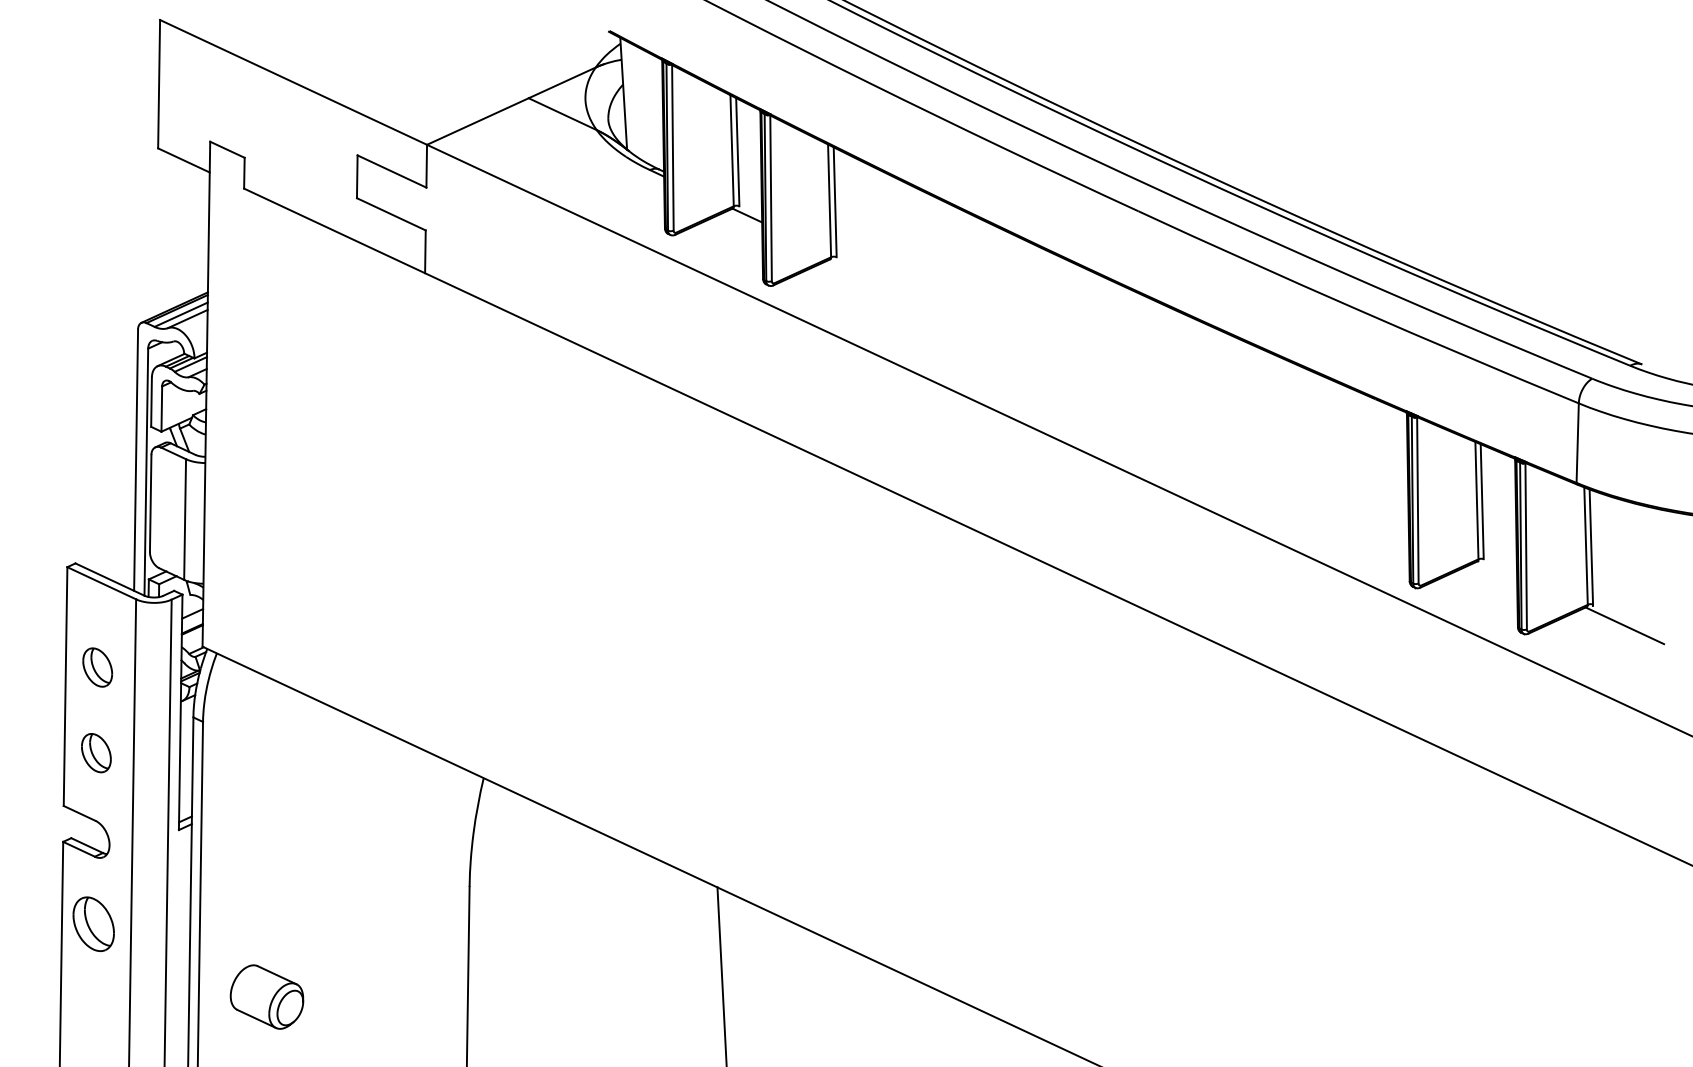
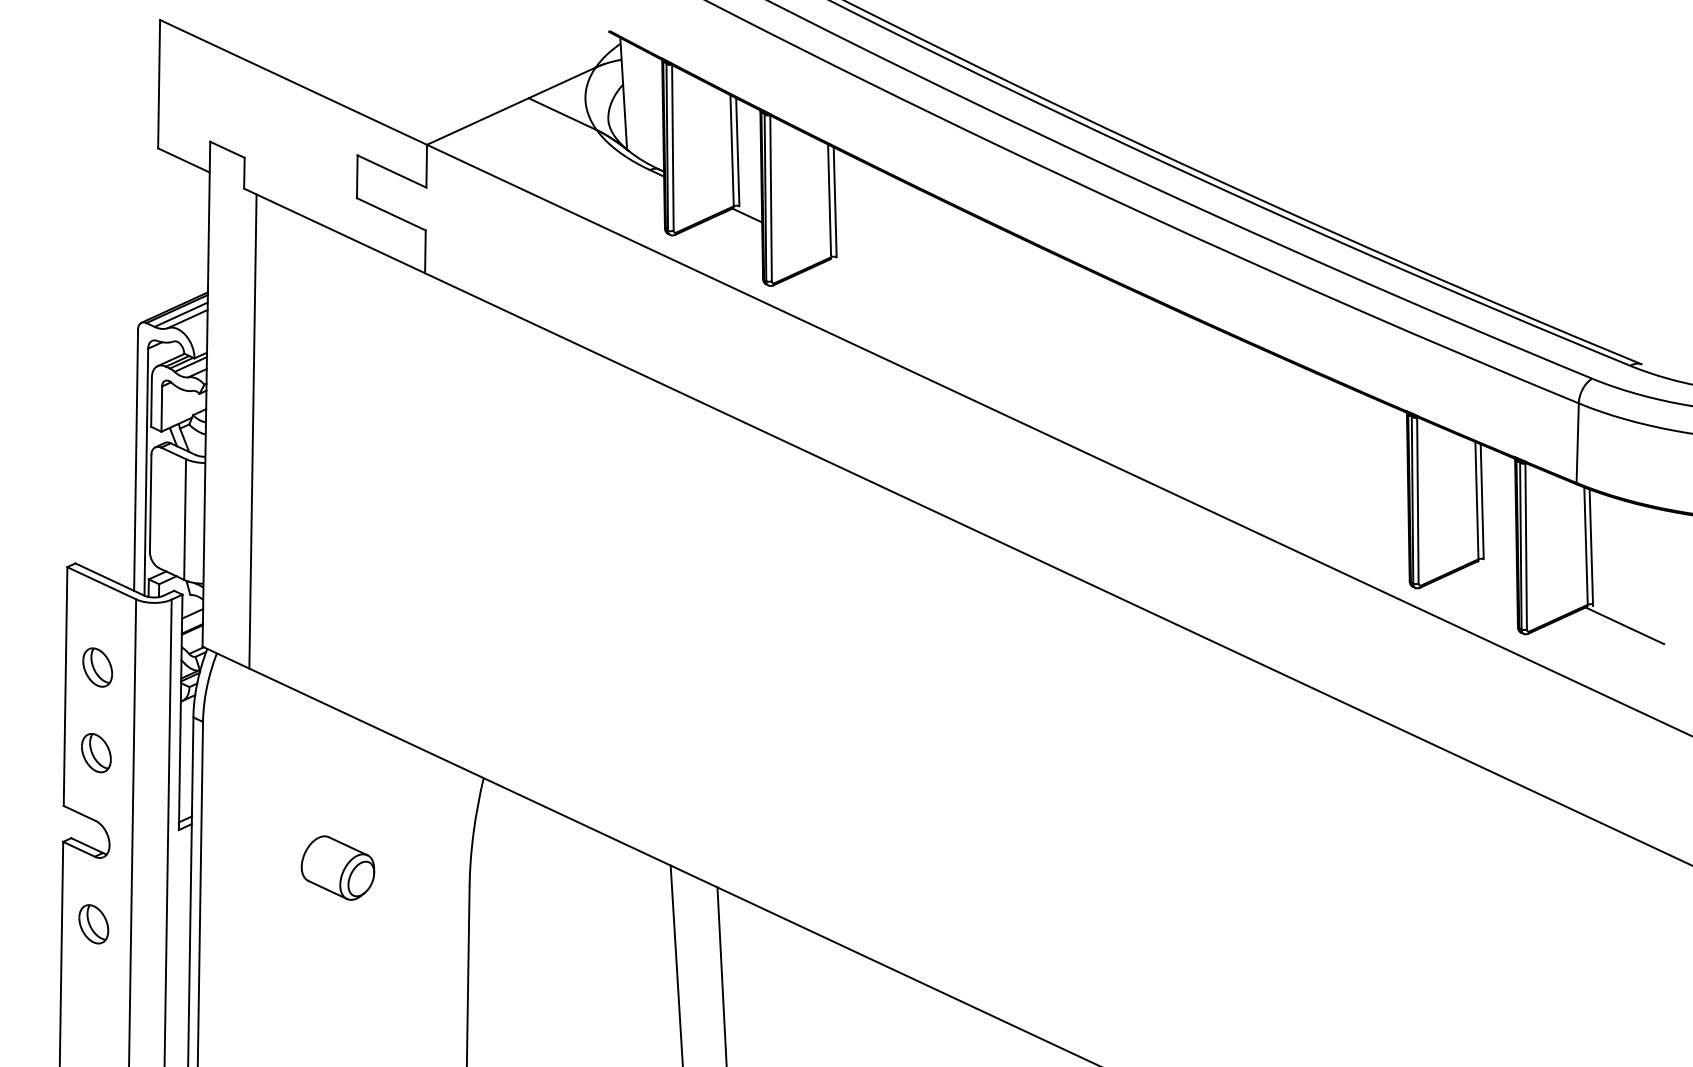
line at (252, 431): none -> present
part at (93, 923) size: 43x56 px -> 32x41 px
line at (676, 964): none -> present
part at (266, 996) position: (266, 996) -> (337, 867)
